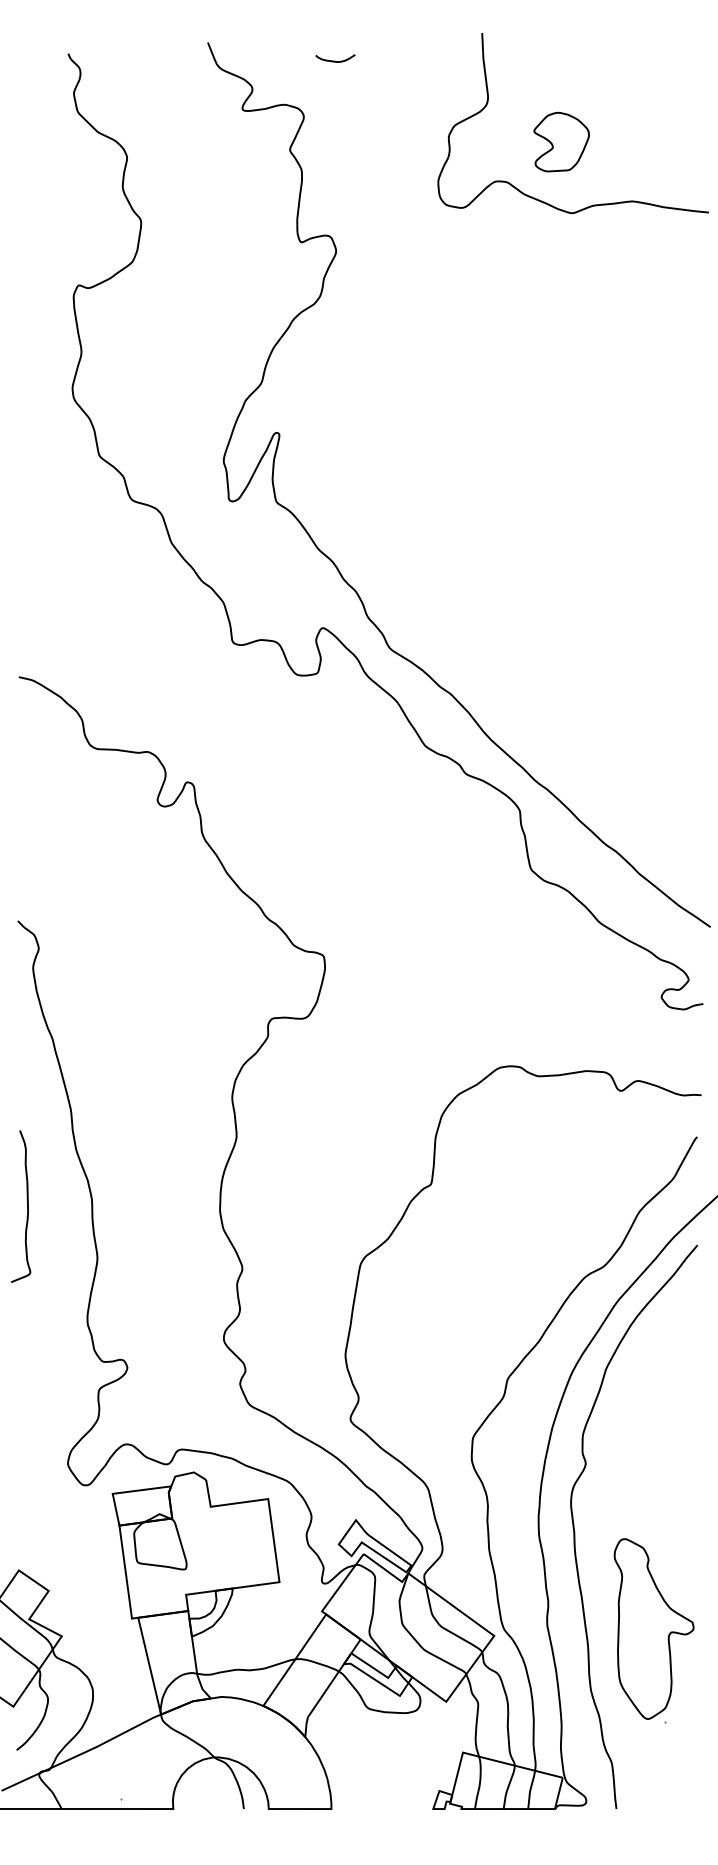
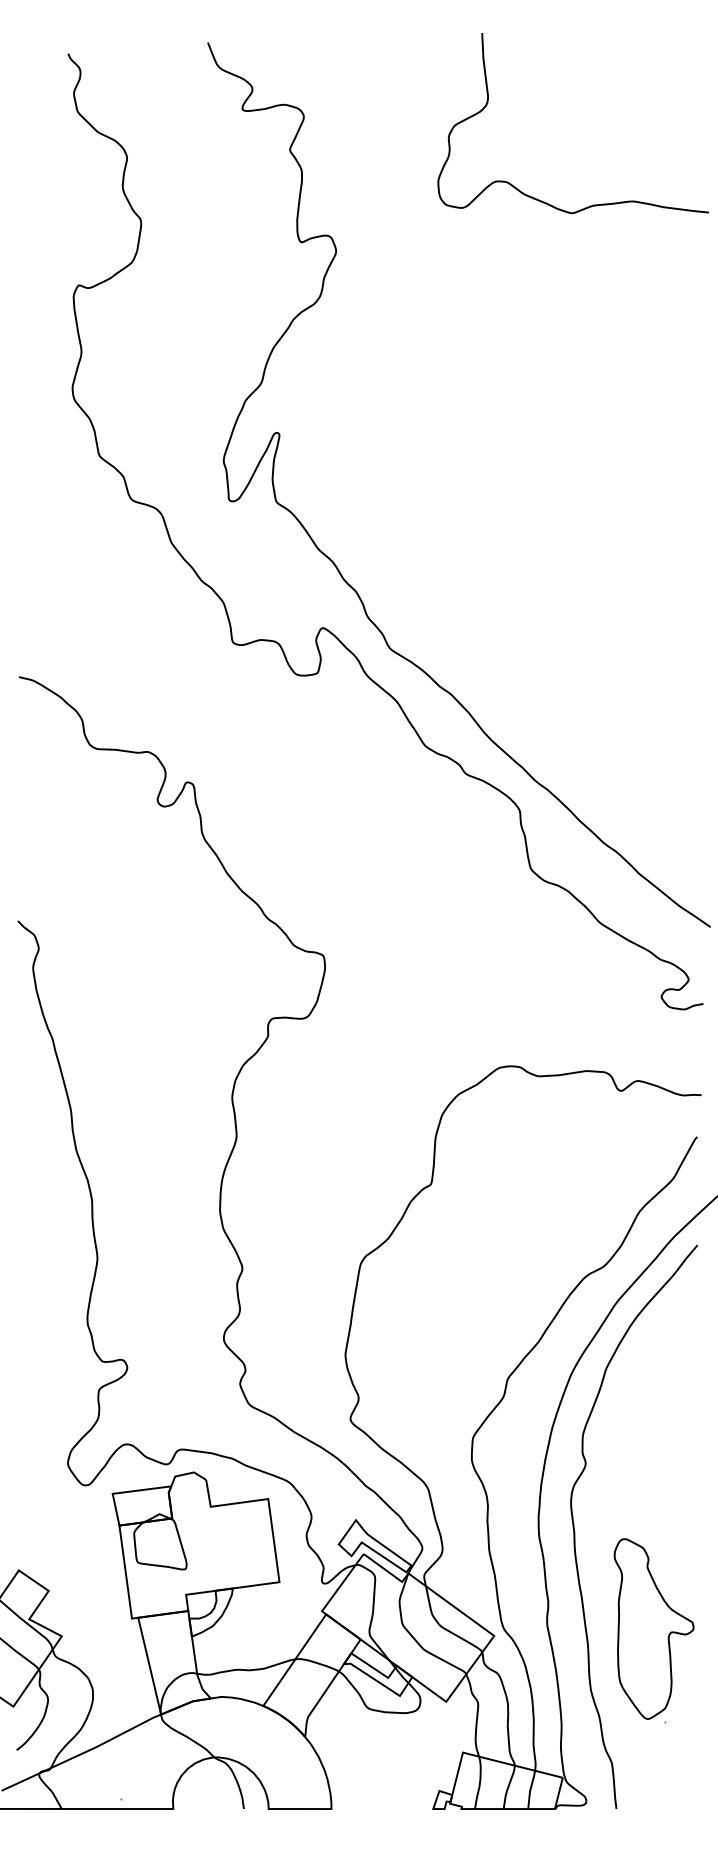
curve at (335, 60): present -> none
part at (561, 141): present -> none
curve at (27, 1206): present -> none
